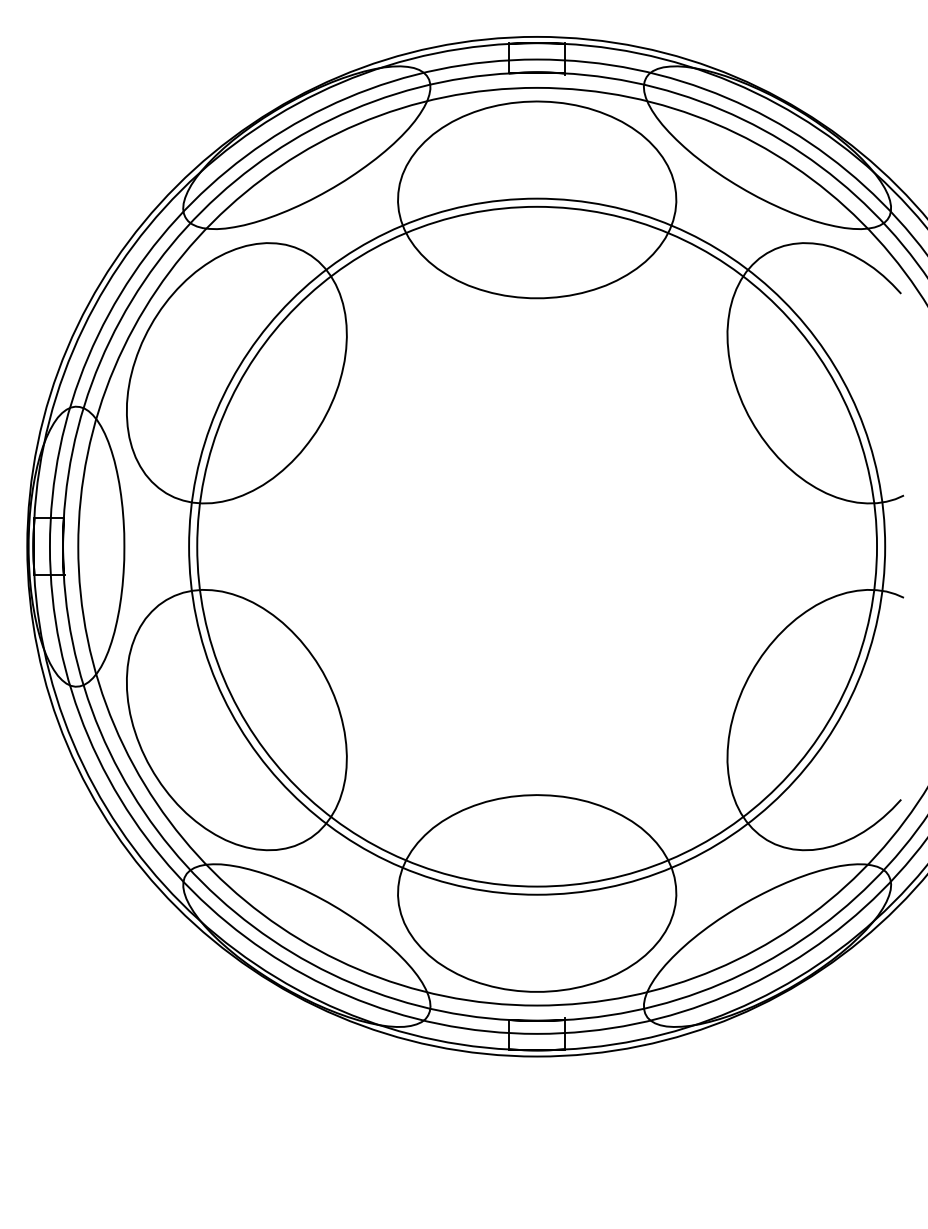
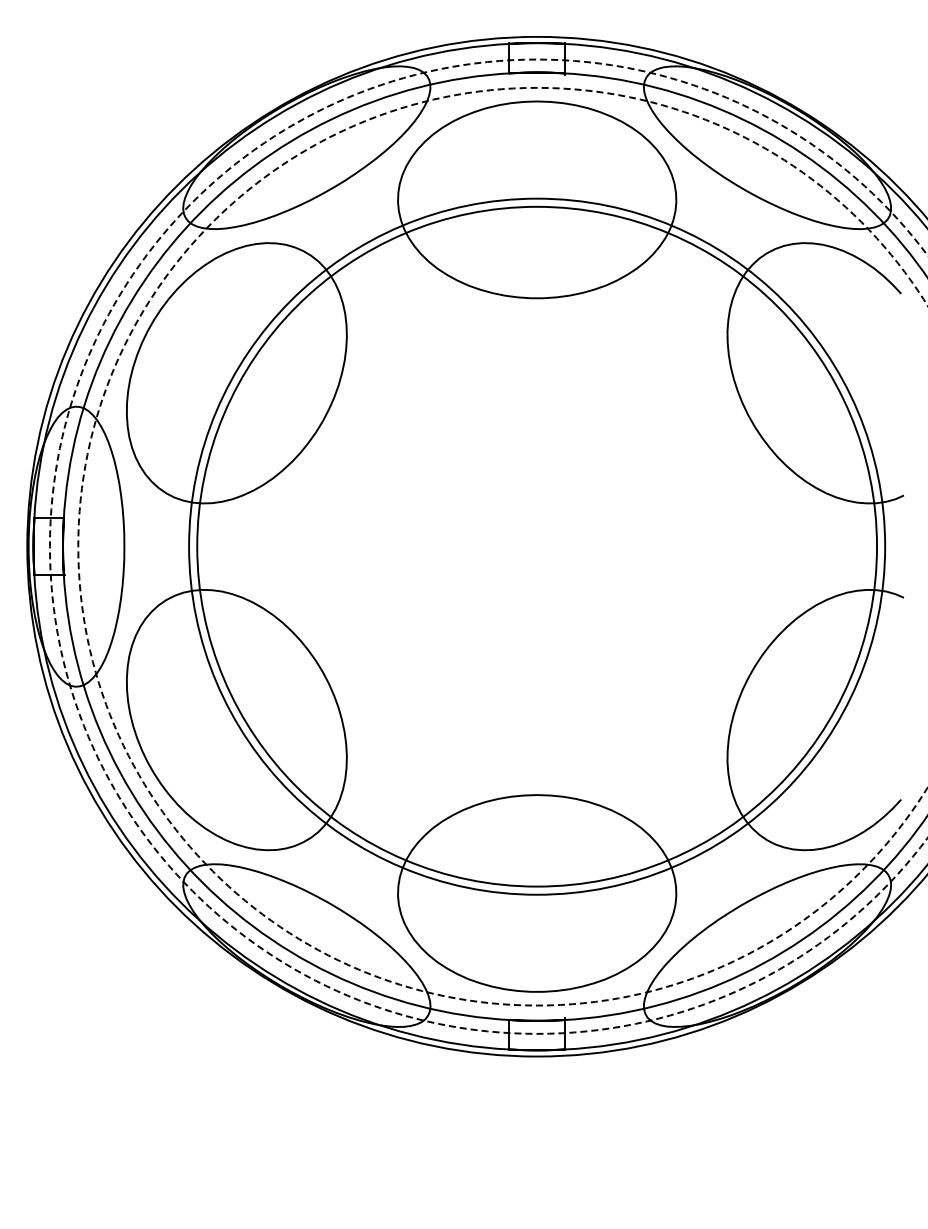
circle at (488, 546): solid -> dashed
circle at (502, 546): solid -> dashed
